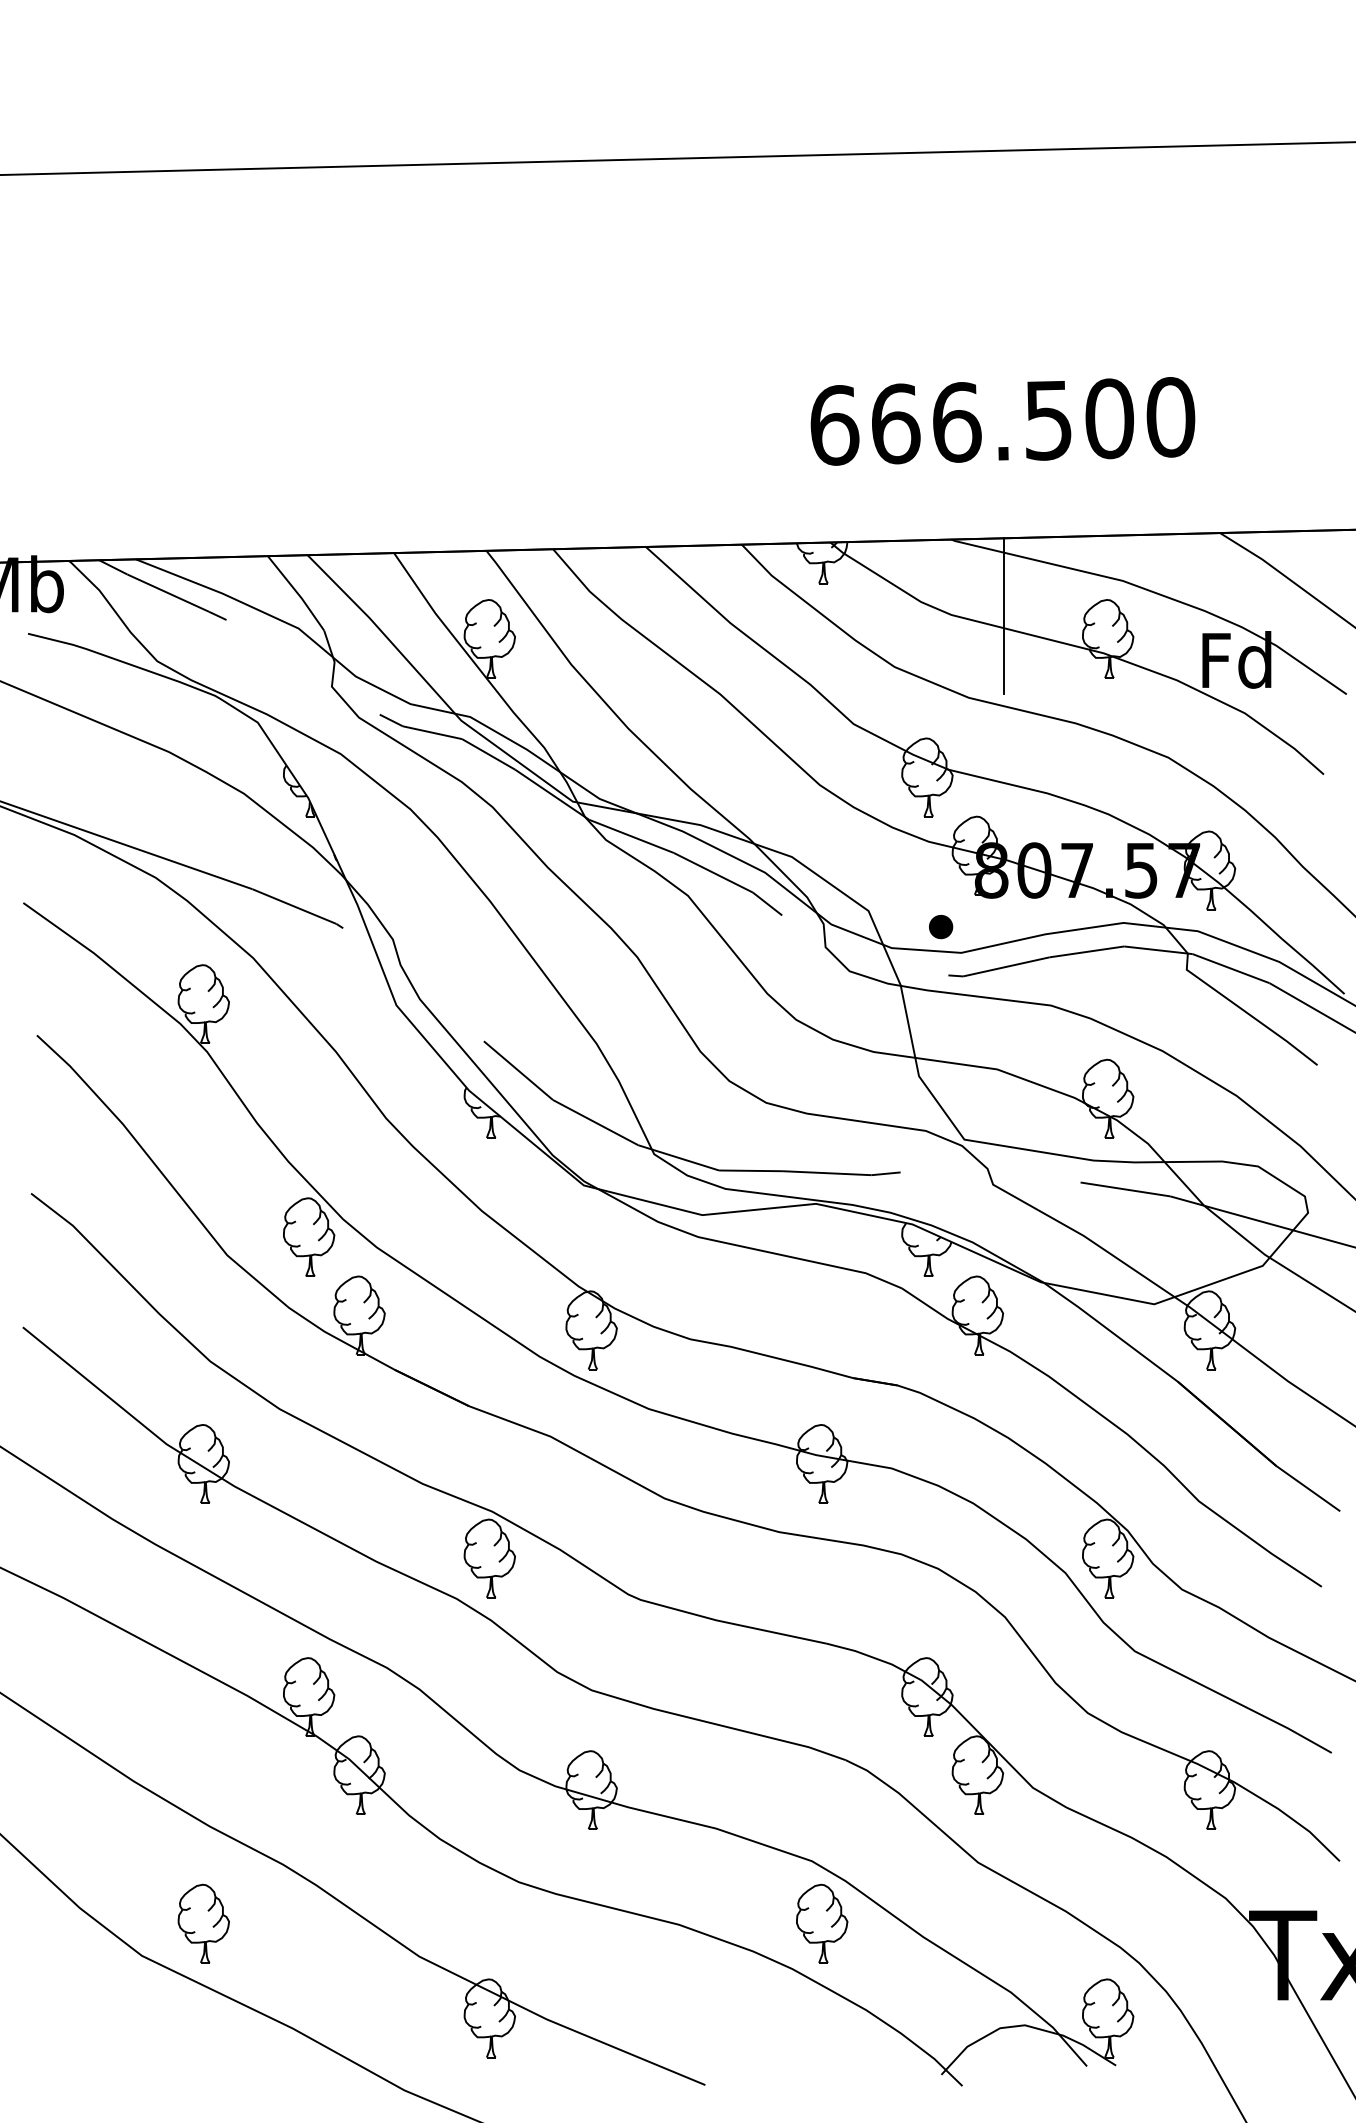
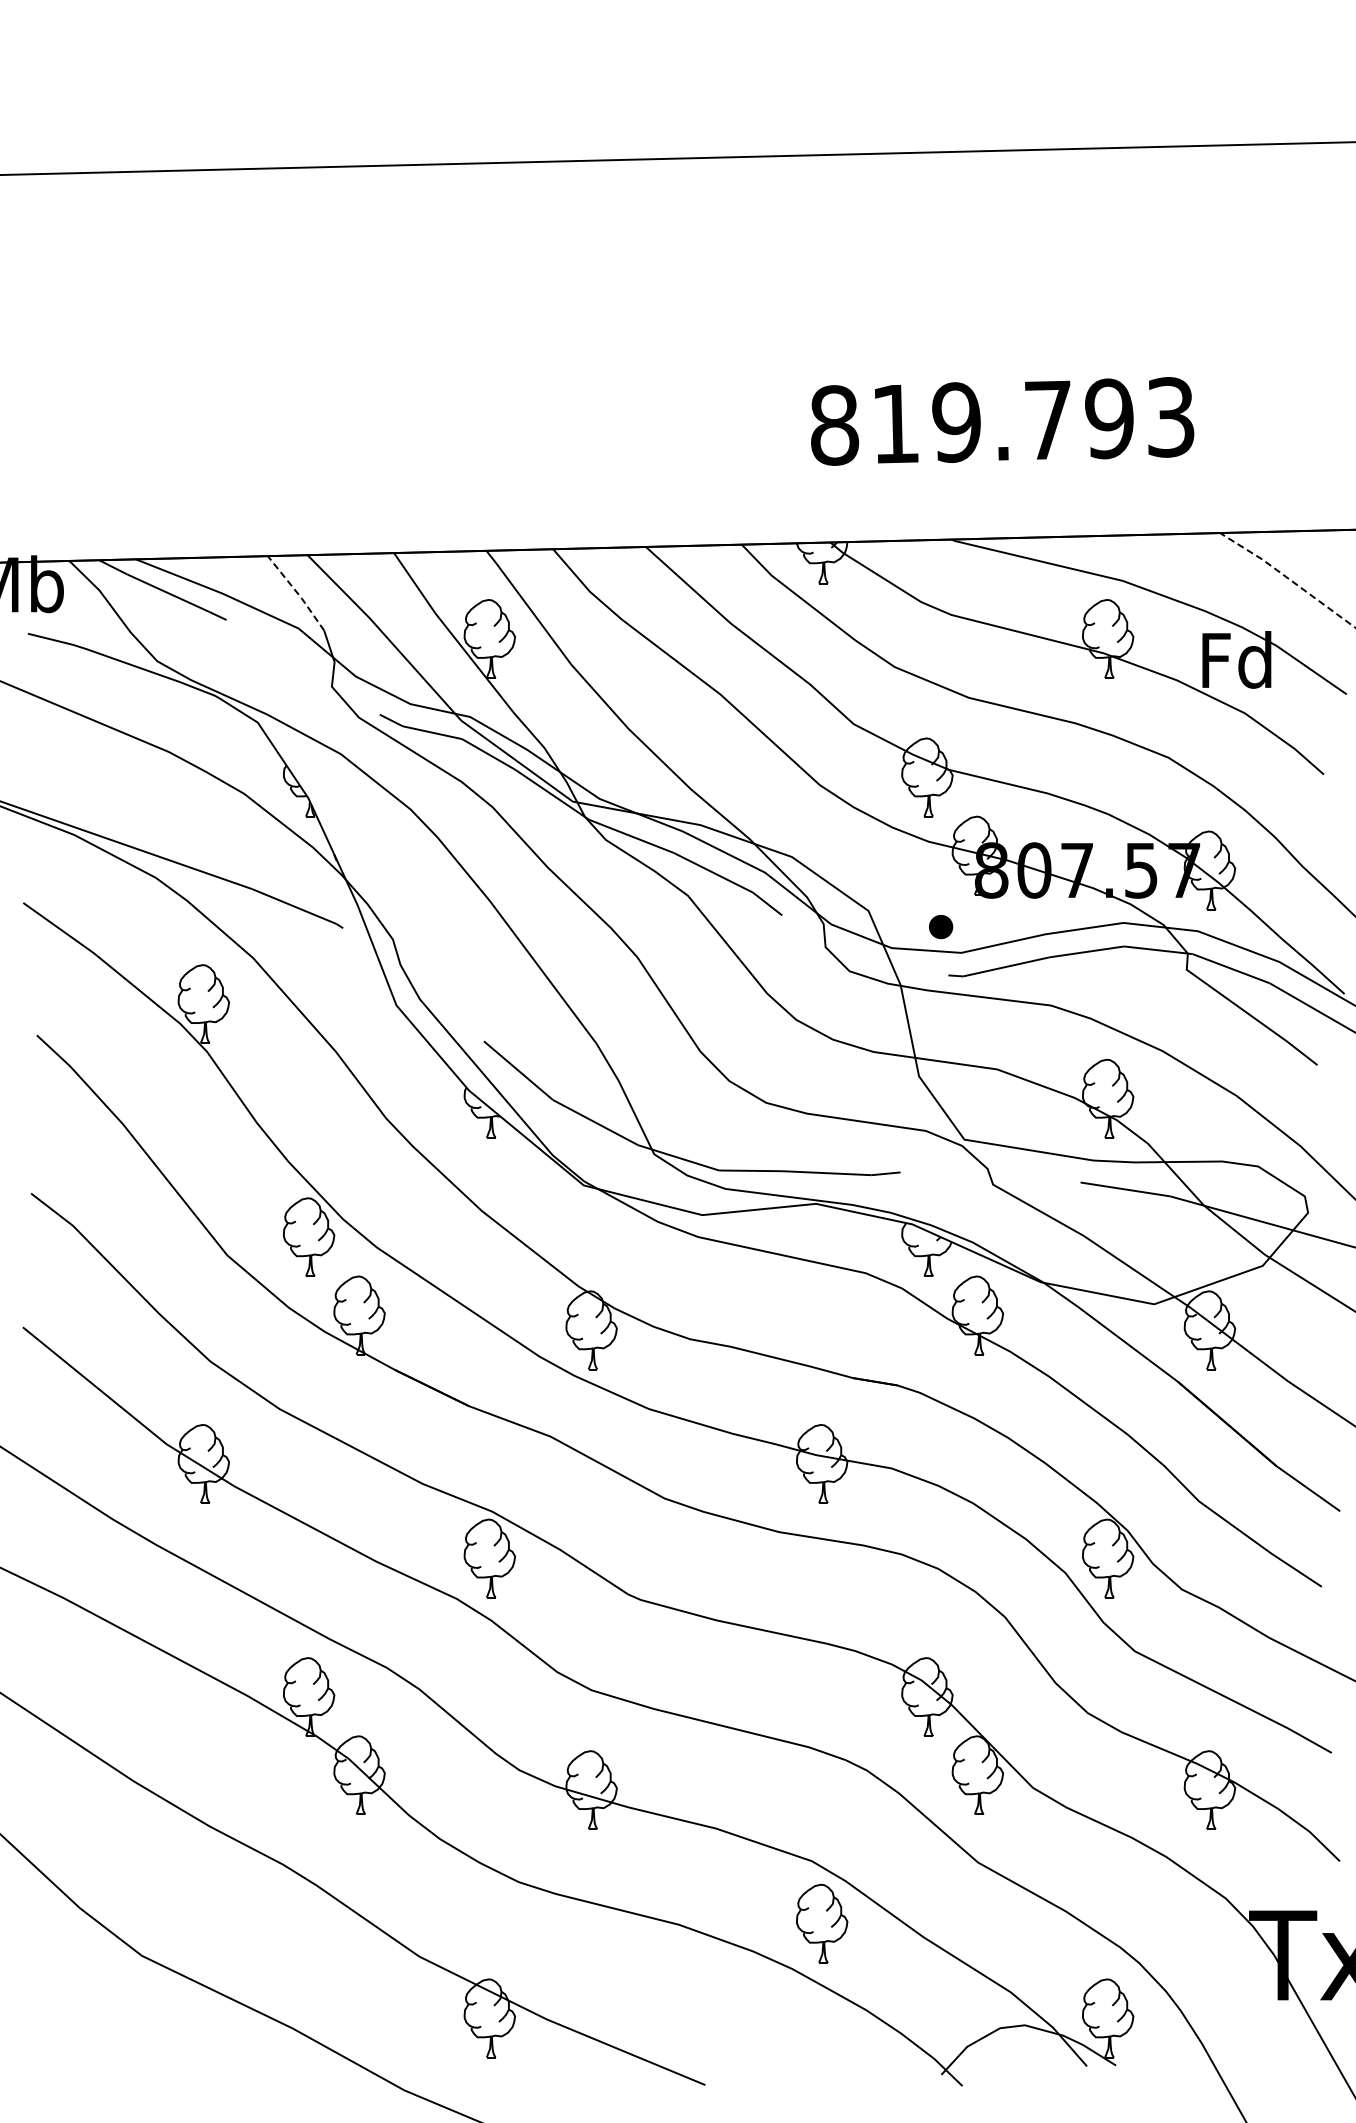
text at (1002, 421): 666.500 -> 819.793
line at (1288, 578): solid -> dashed
line at (296, 592): solid -> dashed
line at (1004, 616): present -> none
part at (203, 1923): present -> none
